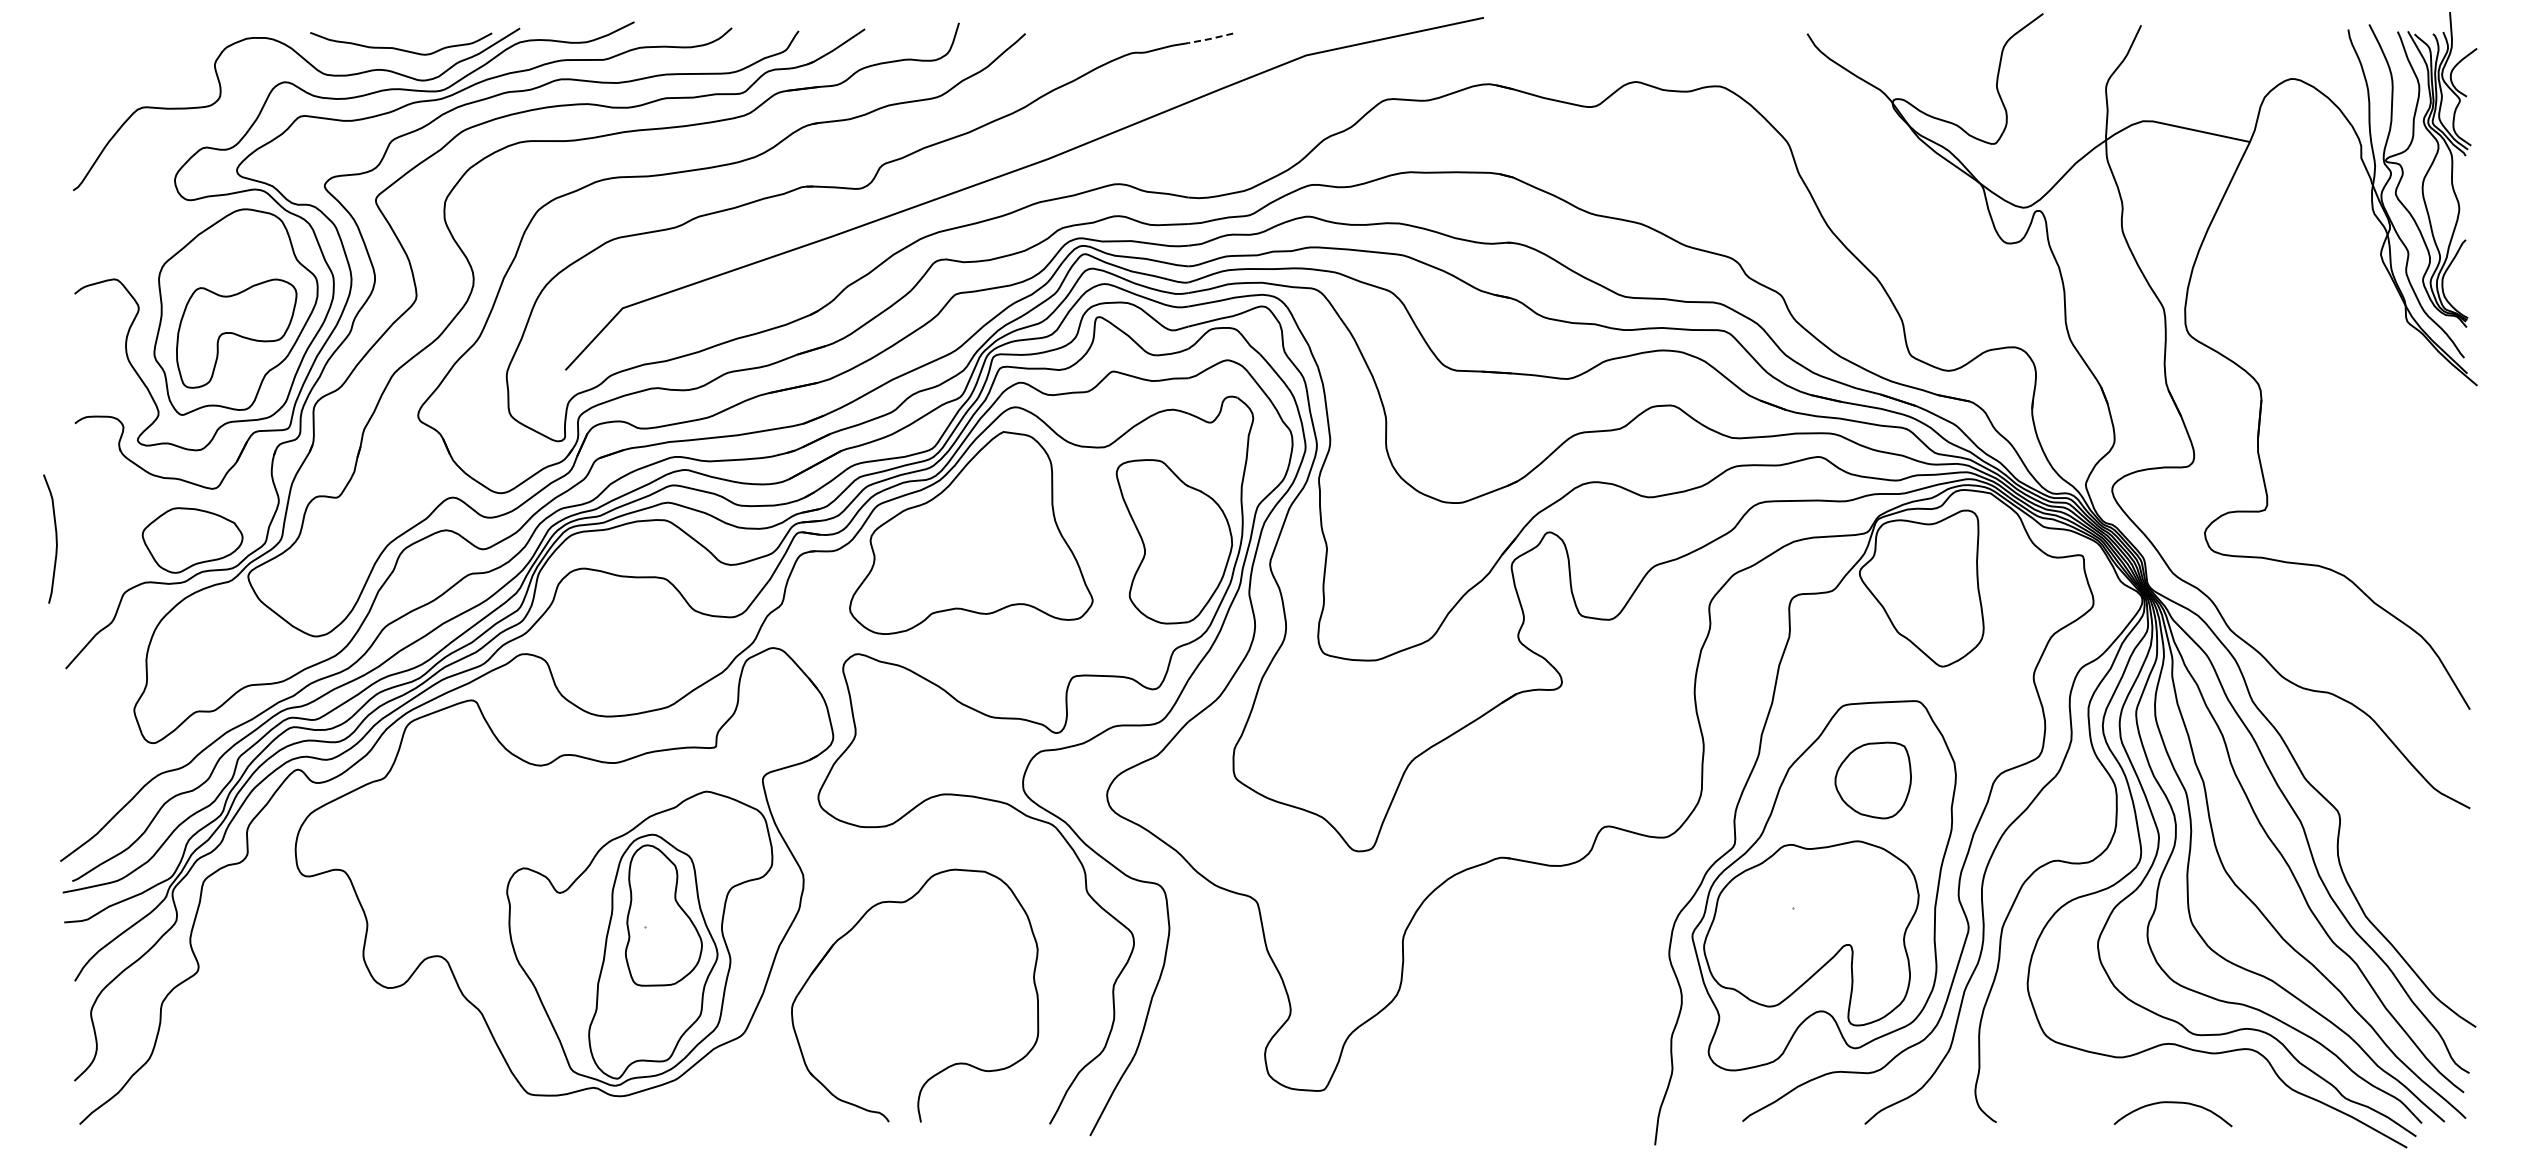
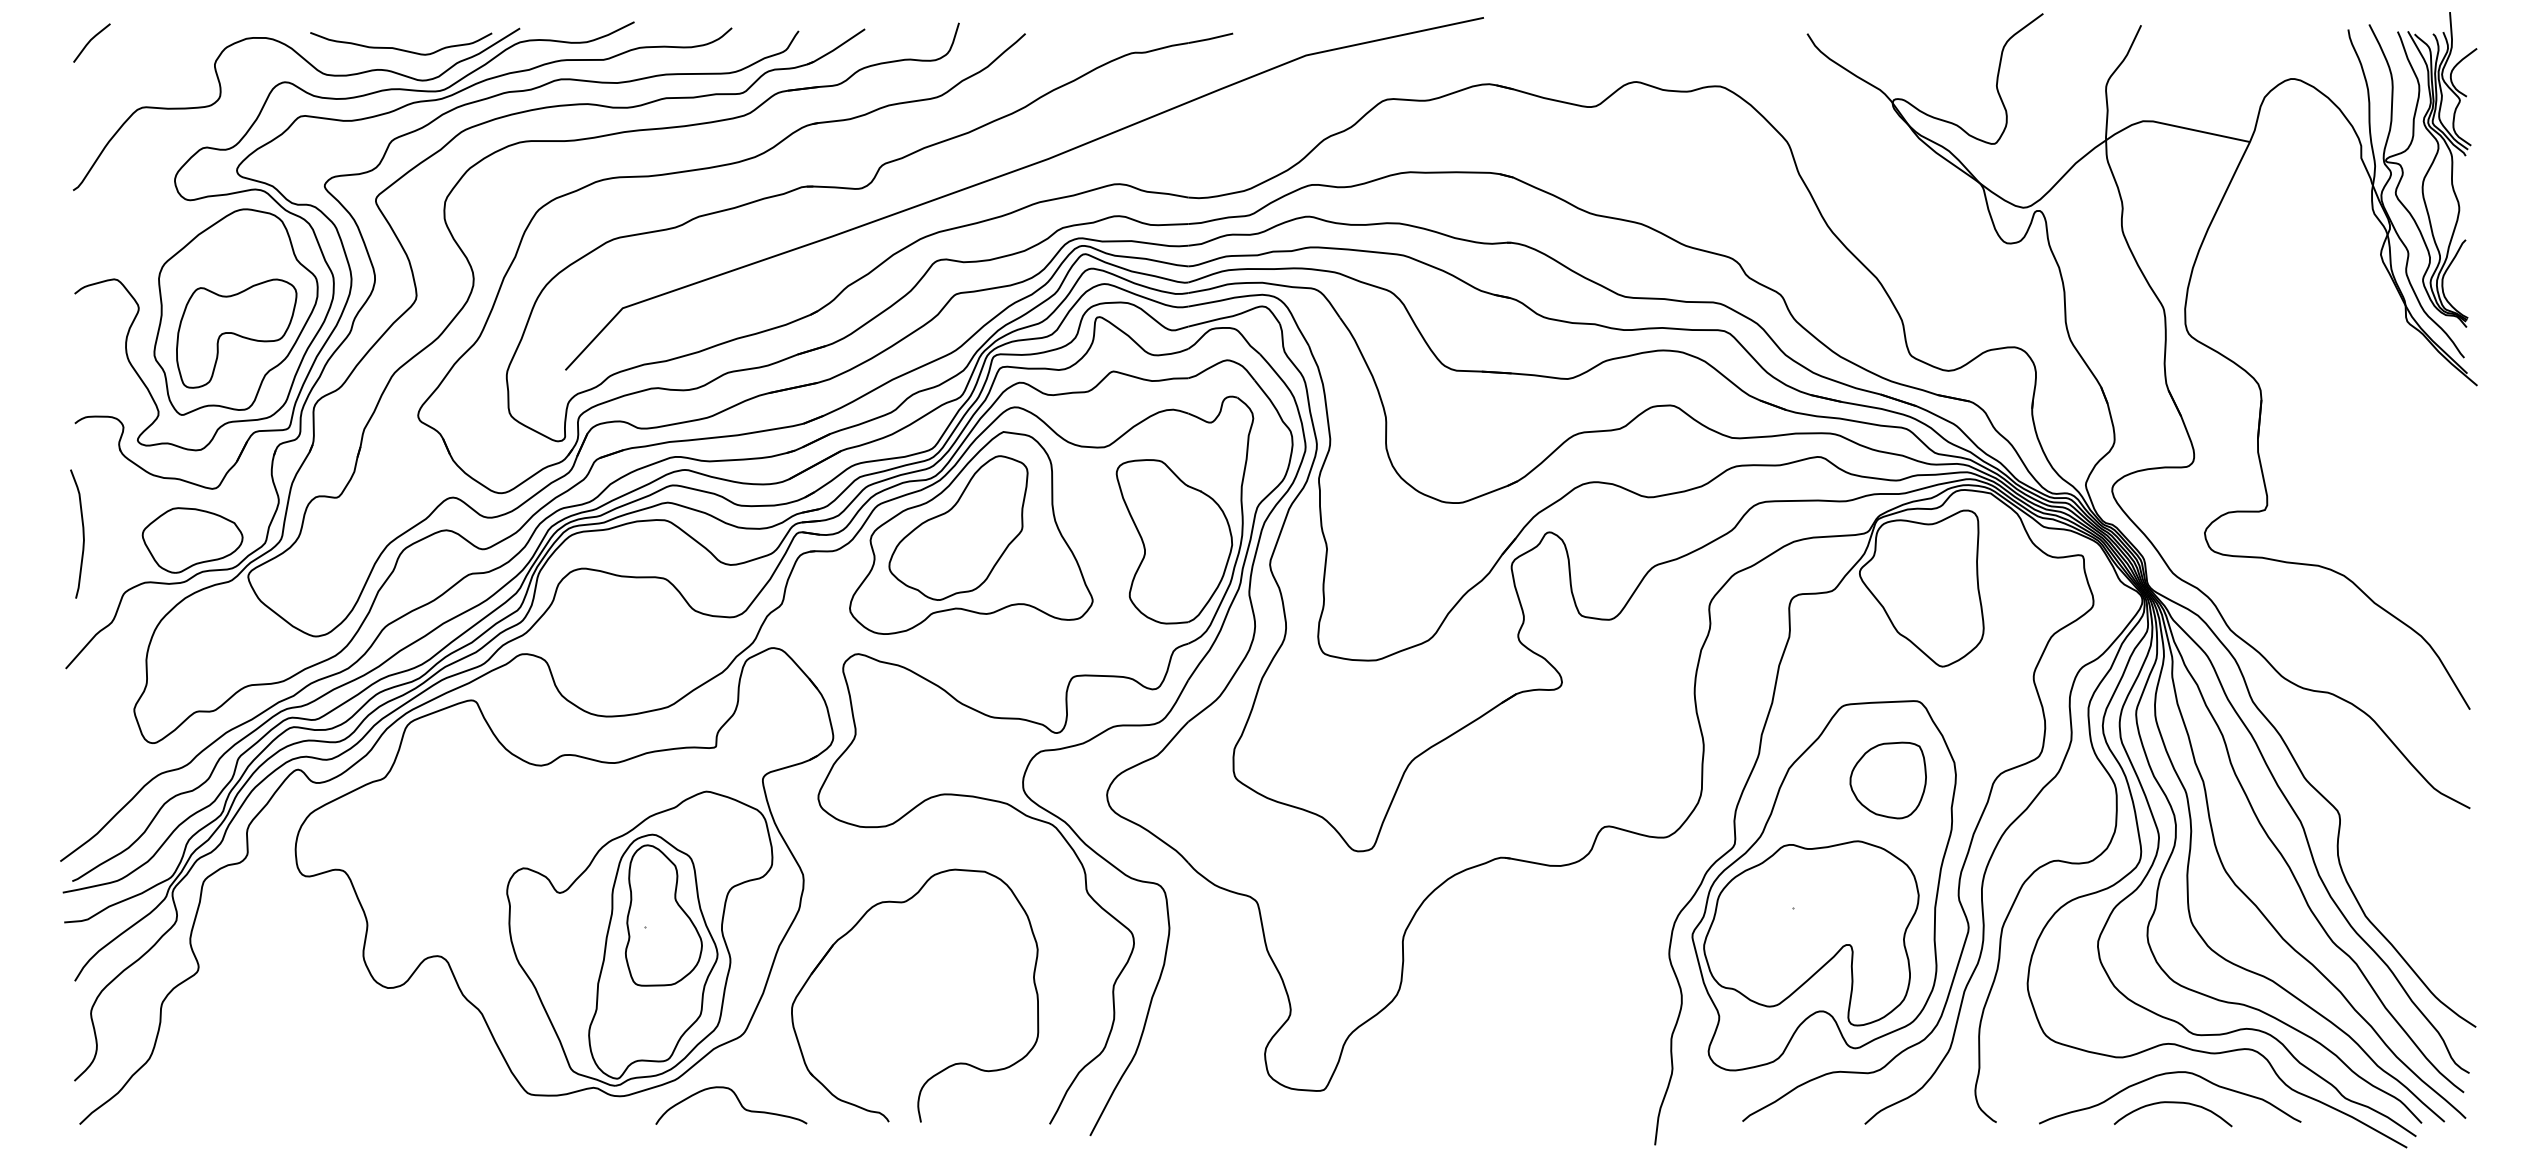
line at (1210, 39): dashed -> solid
line at (90, 41): none -> present
part at (958, 527): none -> present
curve at (55, 538) position: (55, 538) -> (82, 533)
part at (1872, 780) position: (1872, 780) -> (1887, 780)
curve at (2168, 1074): none -> present
curve at (738, 1102): none -> present
